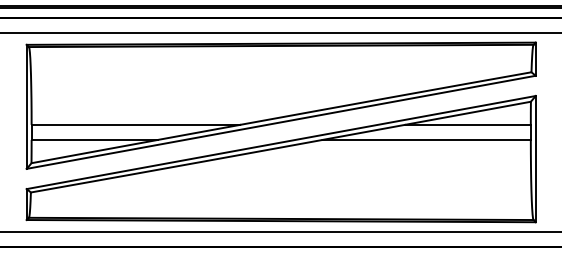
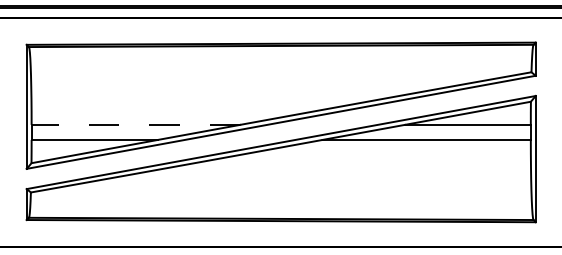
line at (280, 32): present -> none
line at (135, 124): solid -> dashed
line at (280, 232): present -> none
